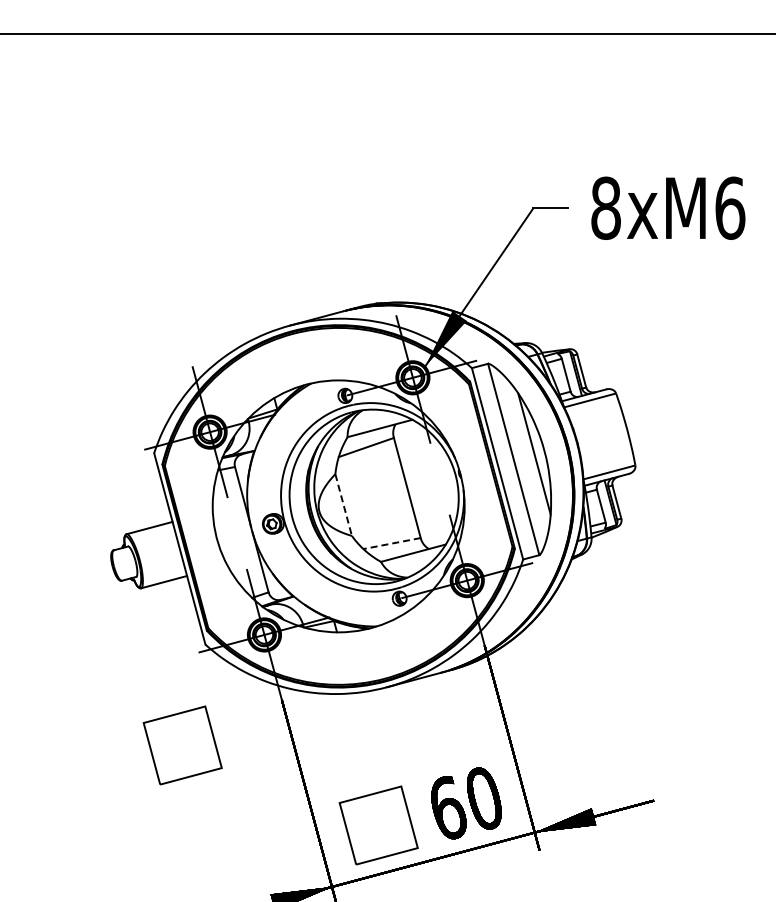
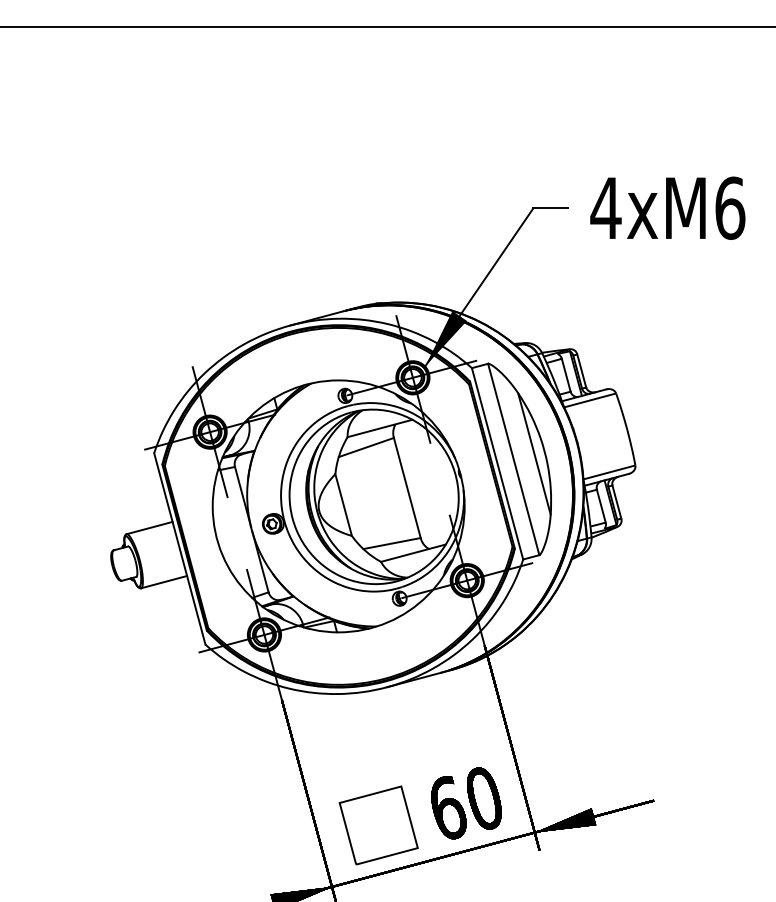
line at (387, 34) position: (387, 34) -> (387, 27)
text at (605, 207): 8xM6 -> 4xM6
line at (343, 505): dashed -> solid
line at (391, 543): dashed -> solid
part at (182, 745): present -> none
